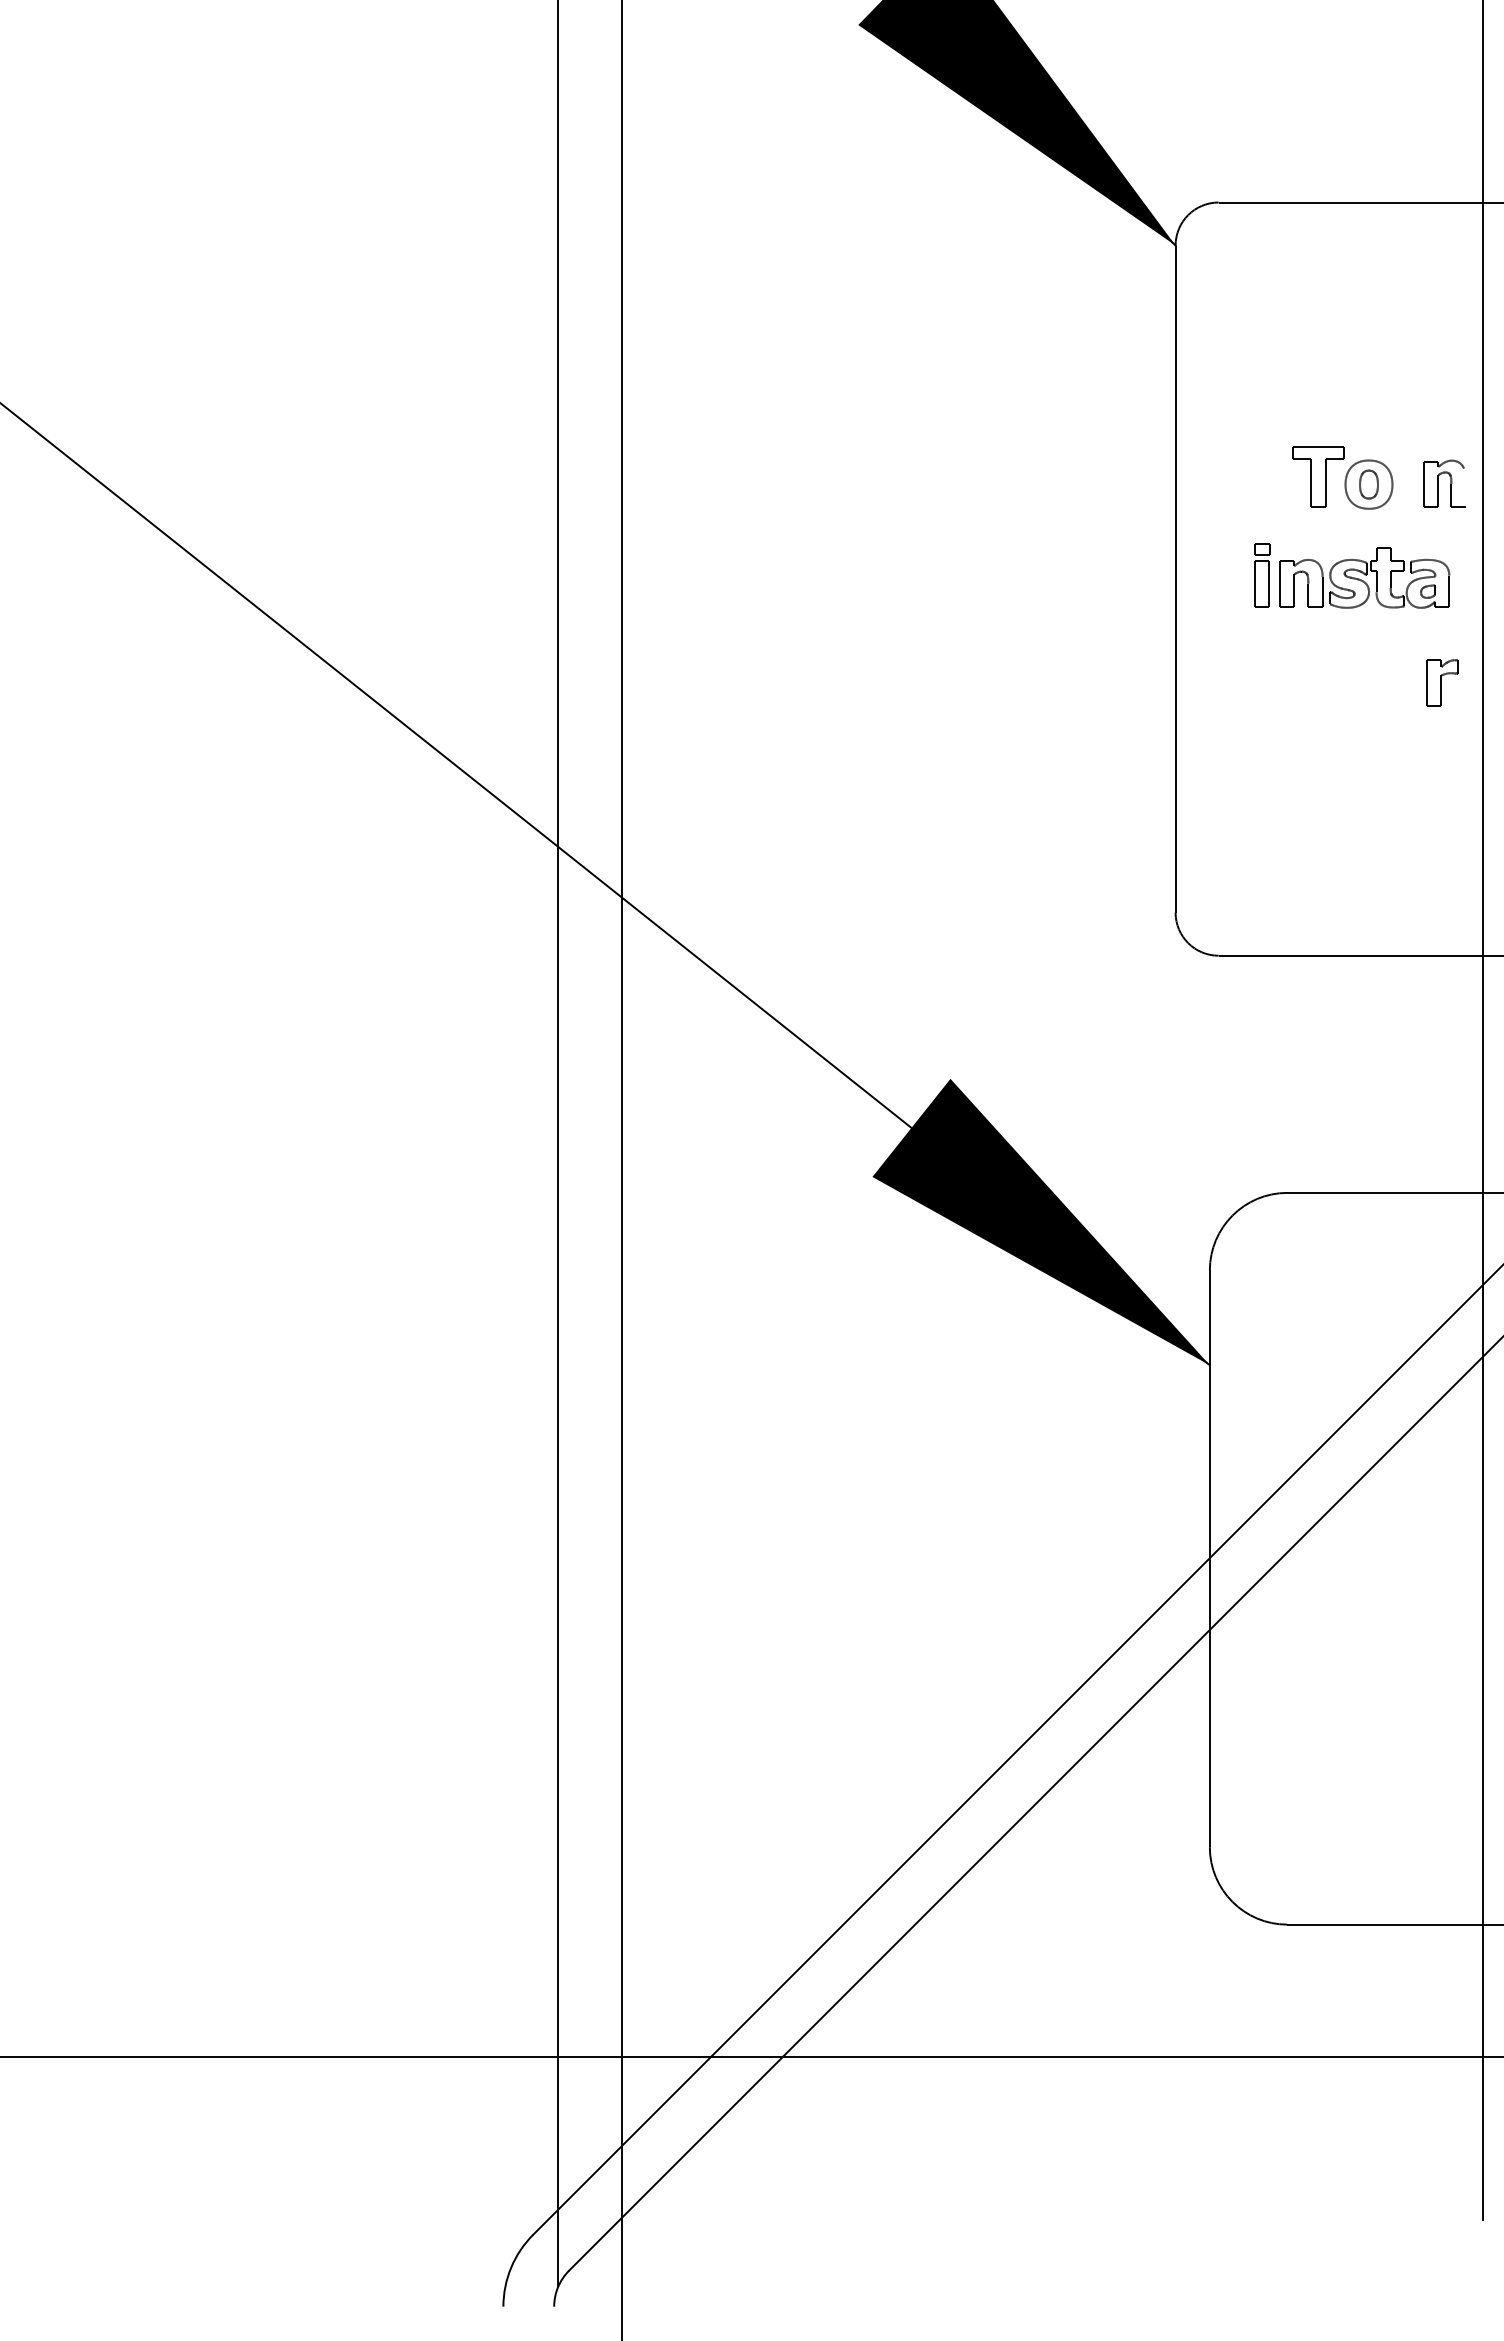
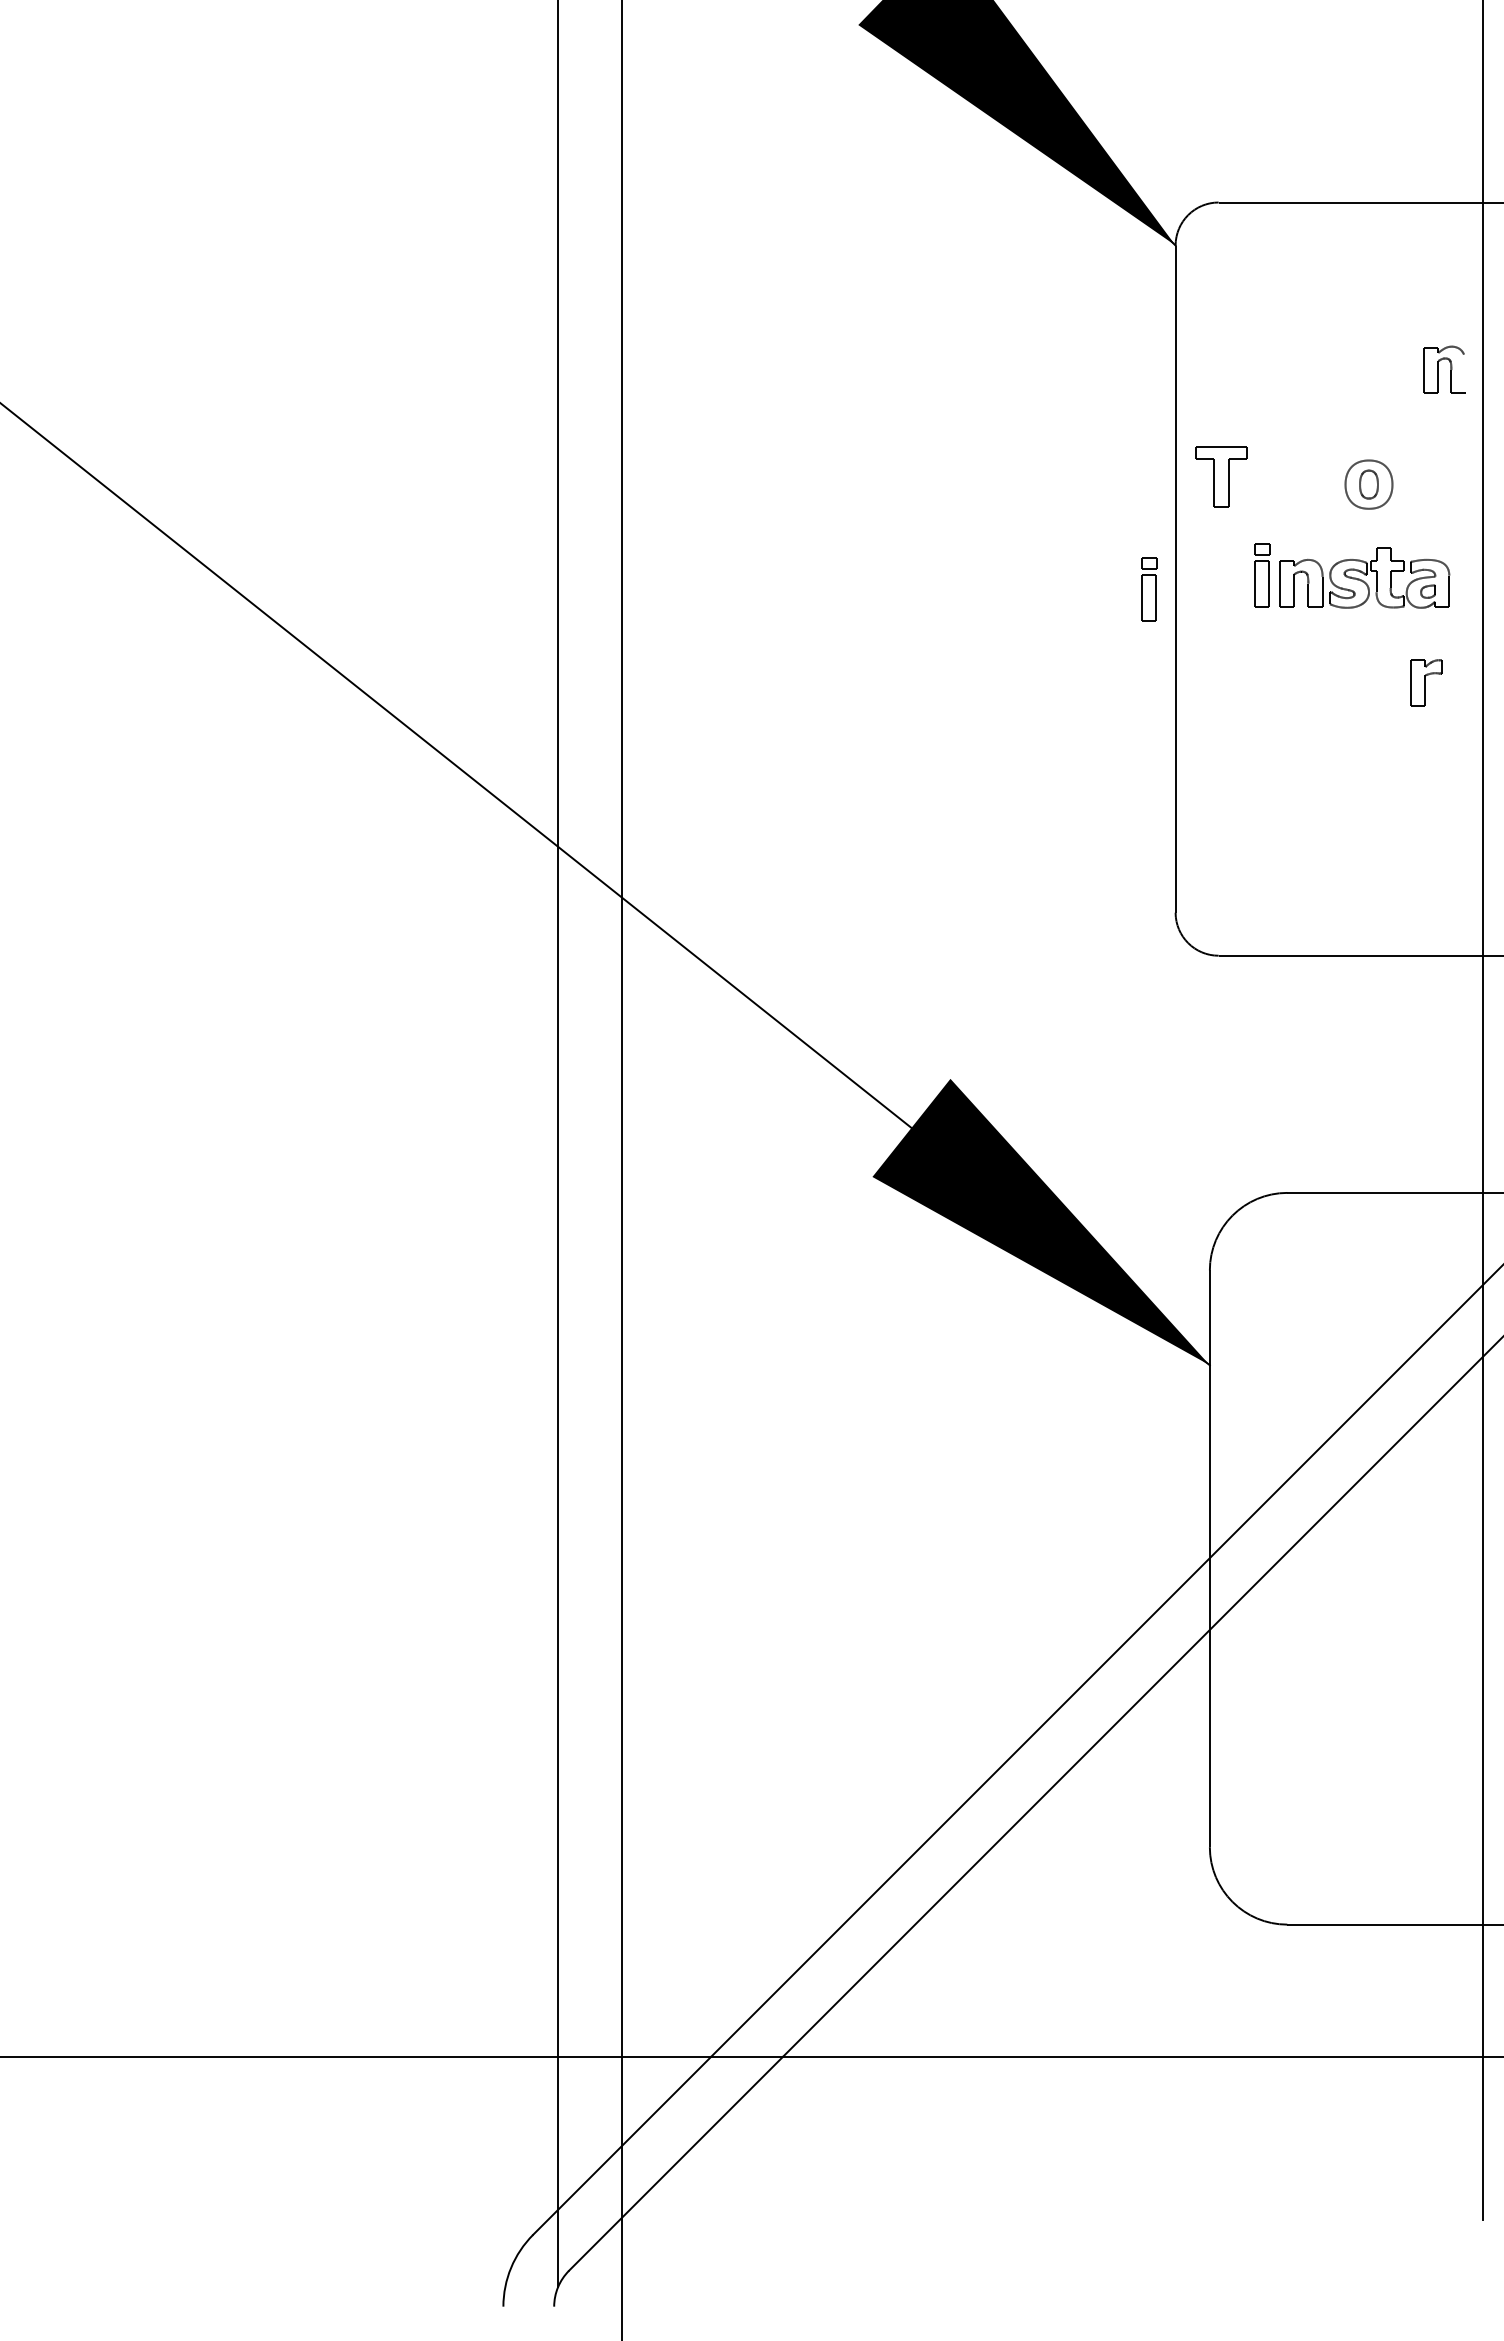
part at (1318, 476) position: (1318, 476) -> (1221, 476)
part at (1444, 483) position: (1444, 483) -> (1444, 369)
part at (1149, 589): none -> present
part at (1442, 682) position: (1442, 682) -> (1426, 682)
